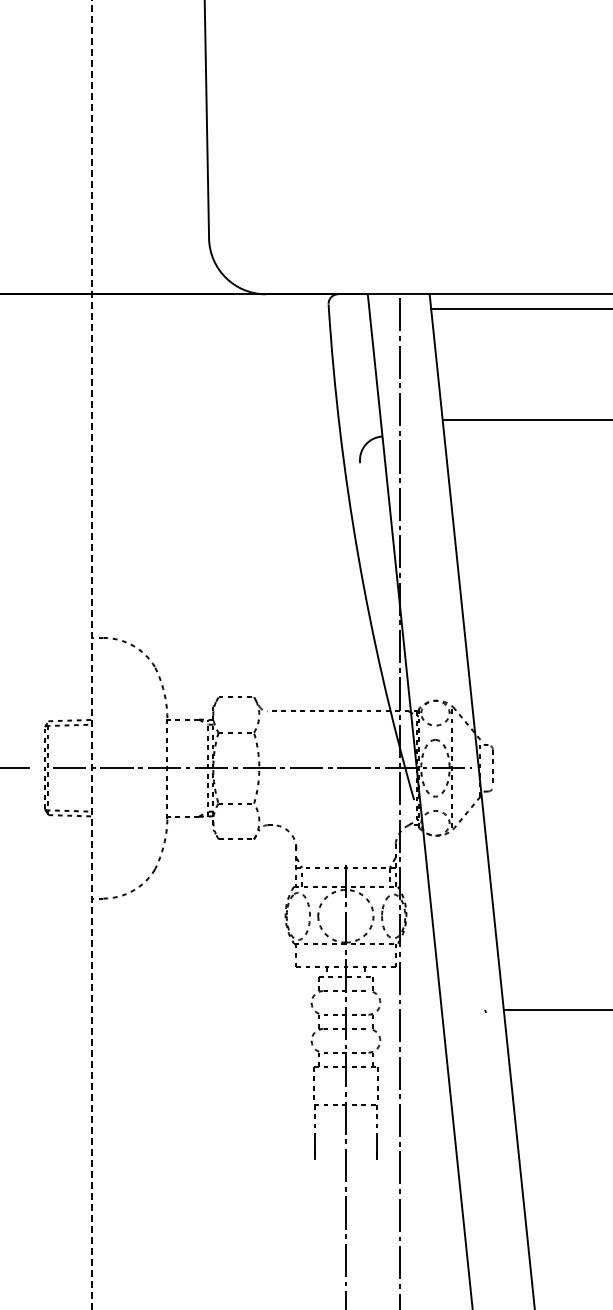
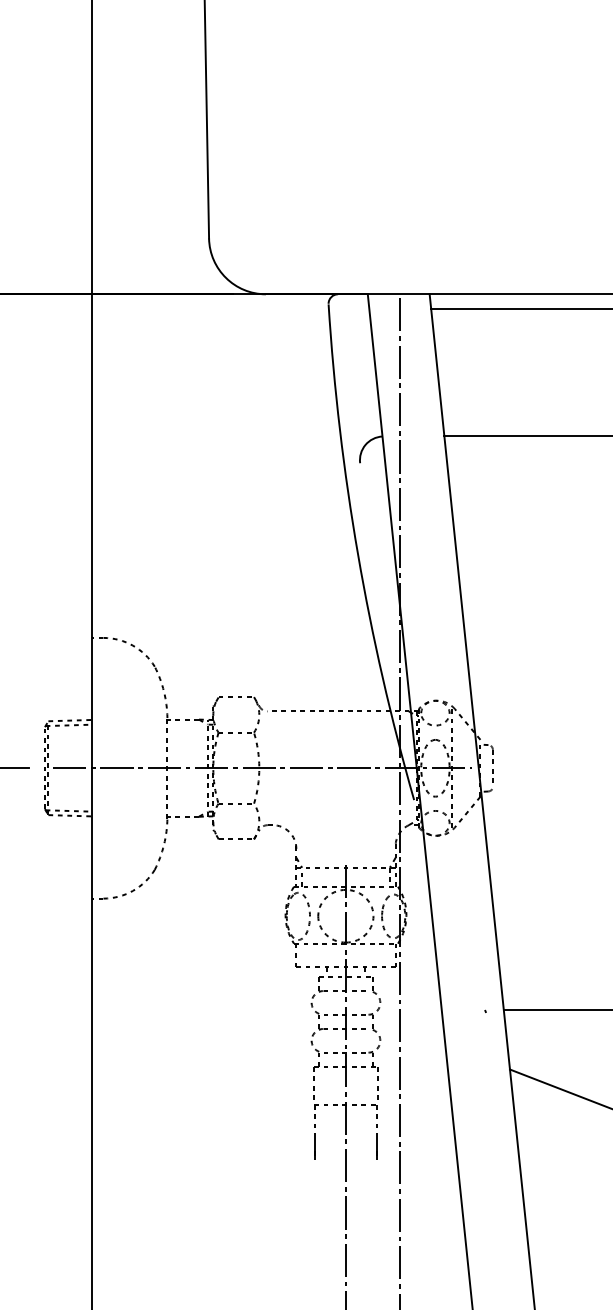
line at (526, 420) position: (526, 420) -> (526, 436)
line at (91, 654): dashed -> solid
line at (559, 1088): none -> present
